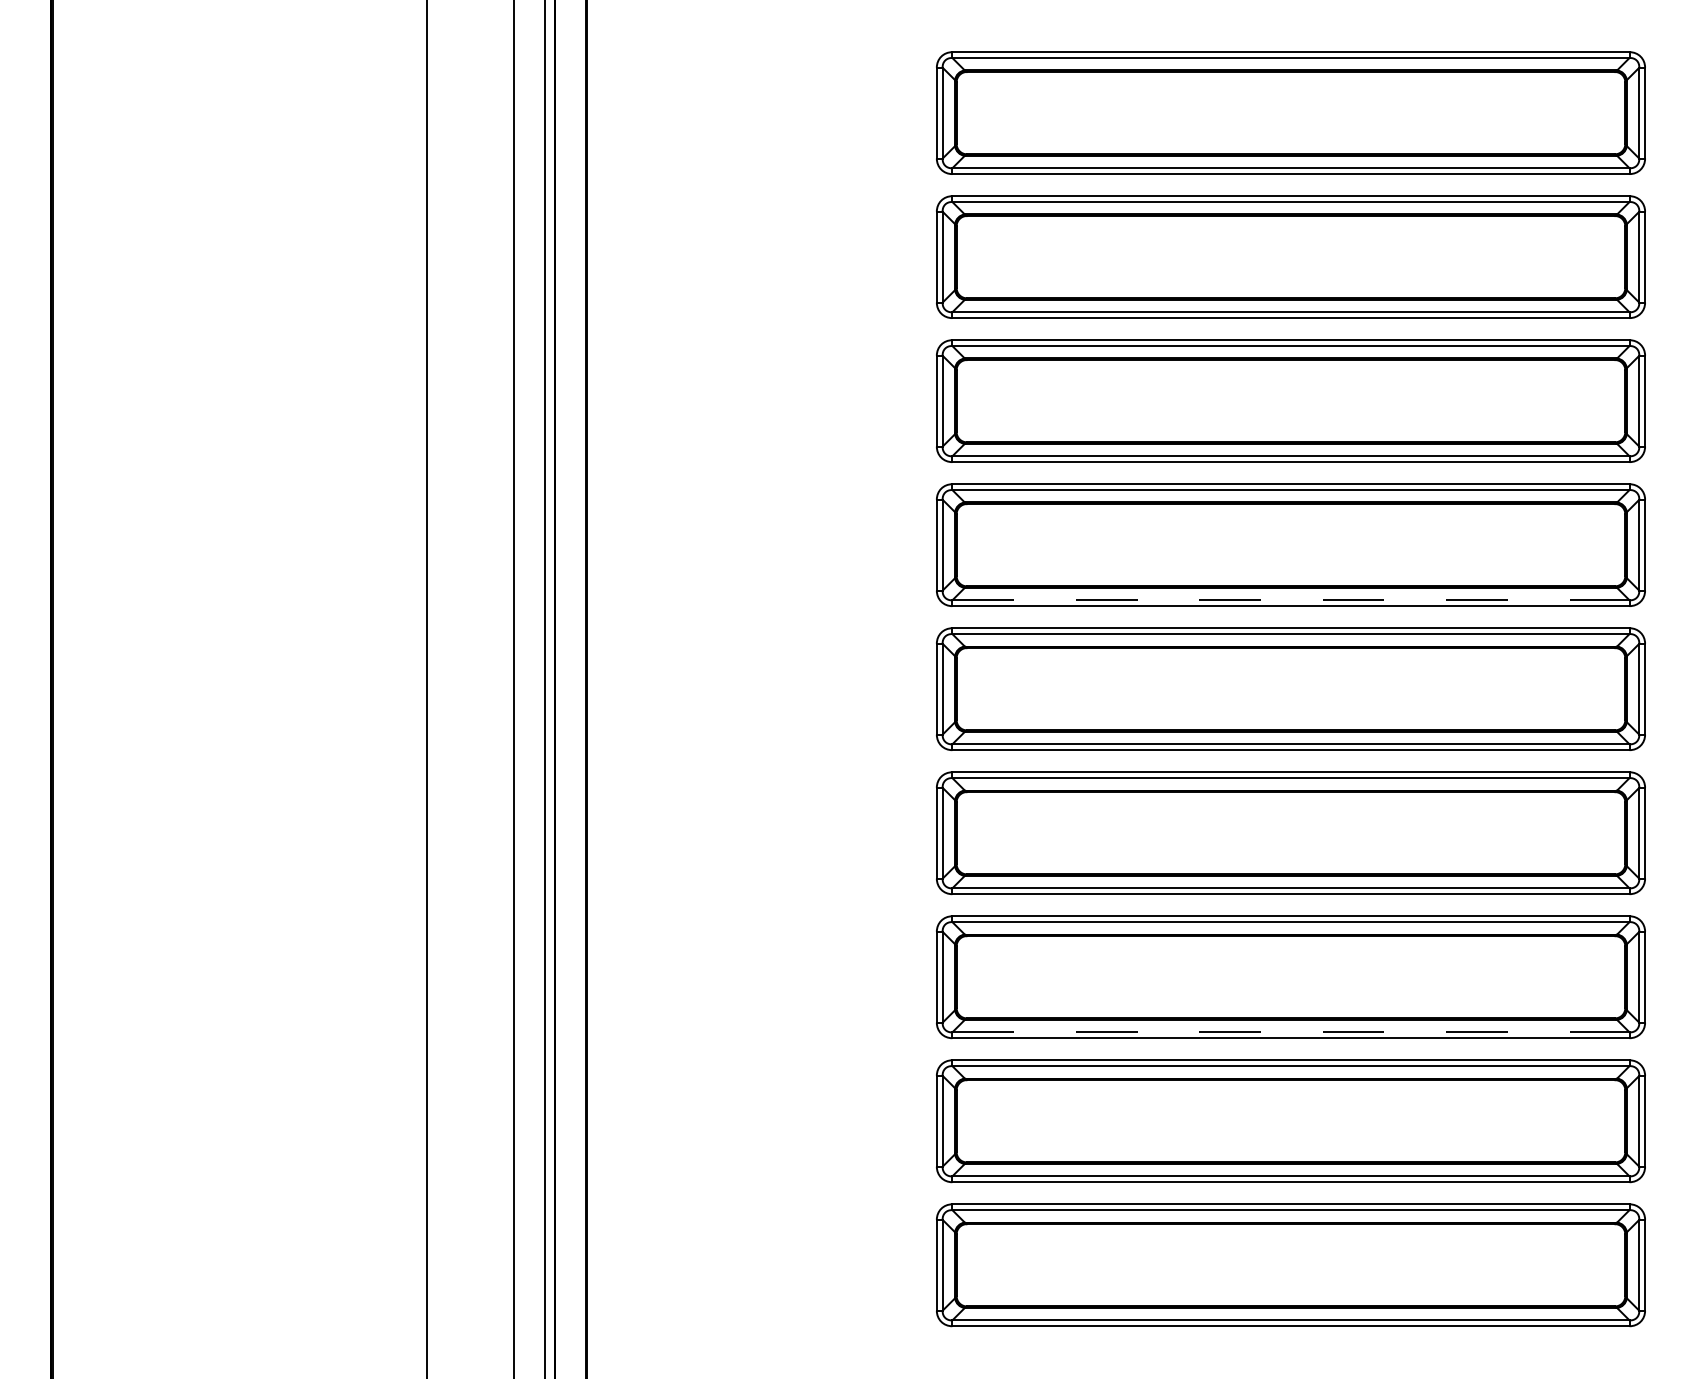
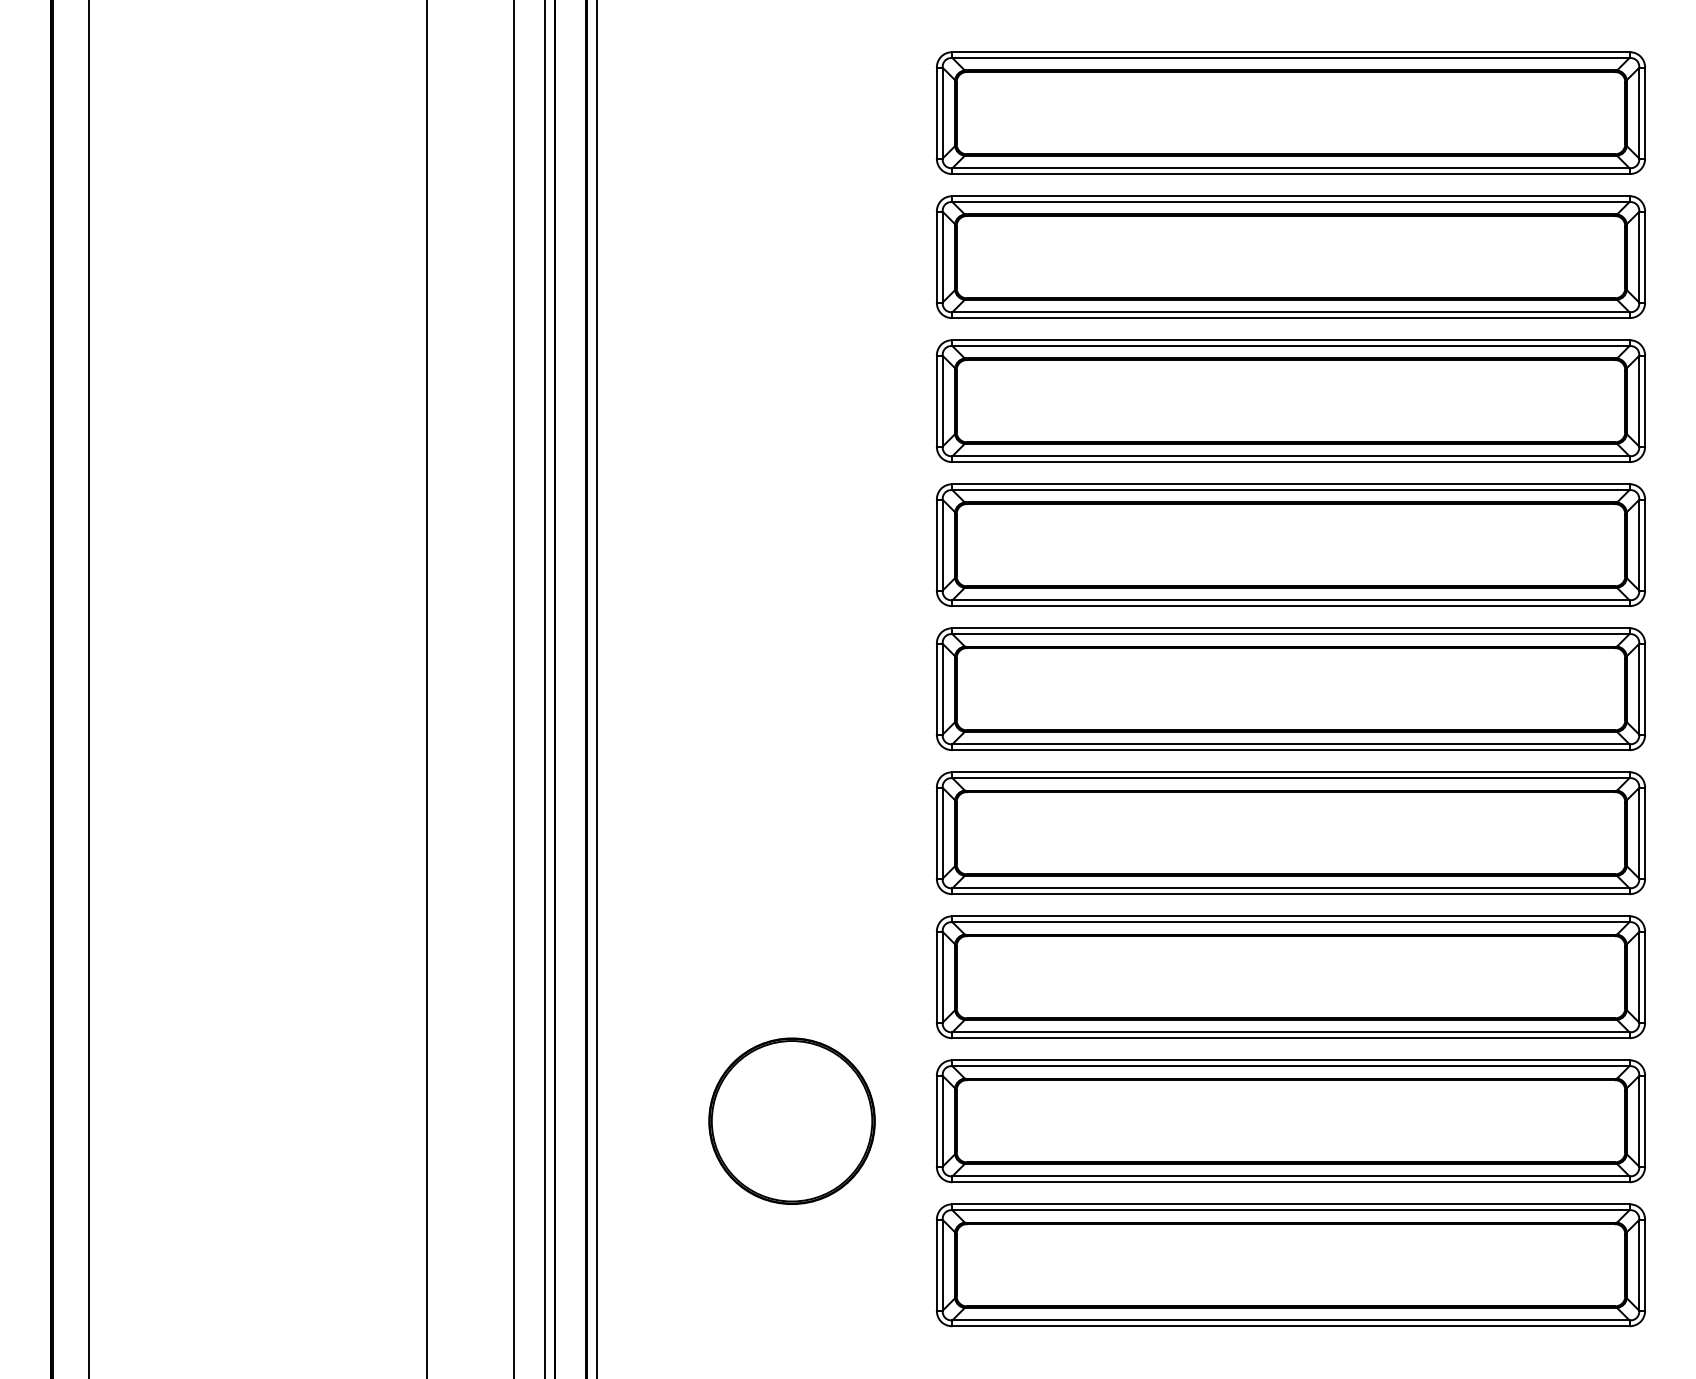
line at (1290, 600): dashed -> solid
line at (89, 688): none -> present
line at (597, 688): none -> present
line at (1290, 1032): dashed -> solid
part at (791, 1120): none -> present
